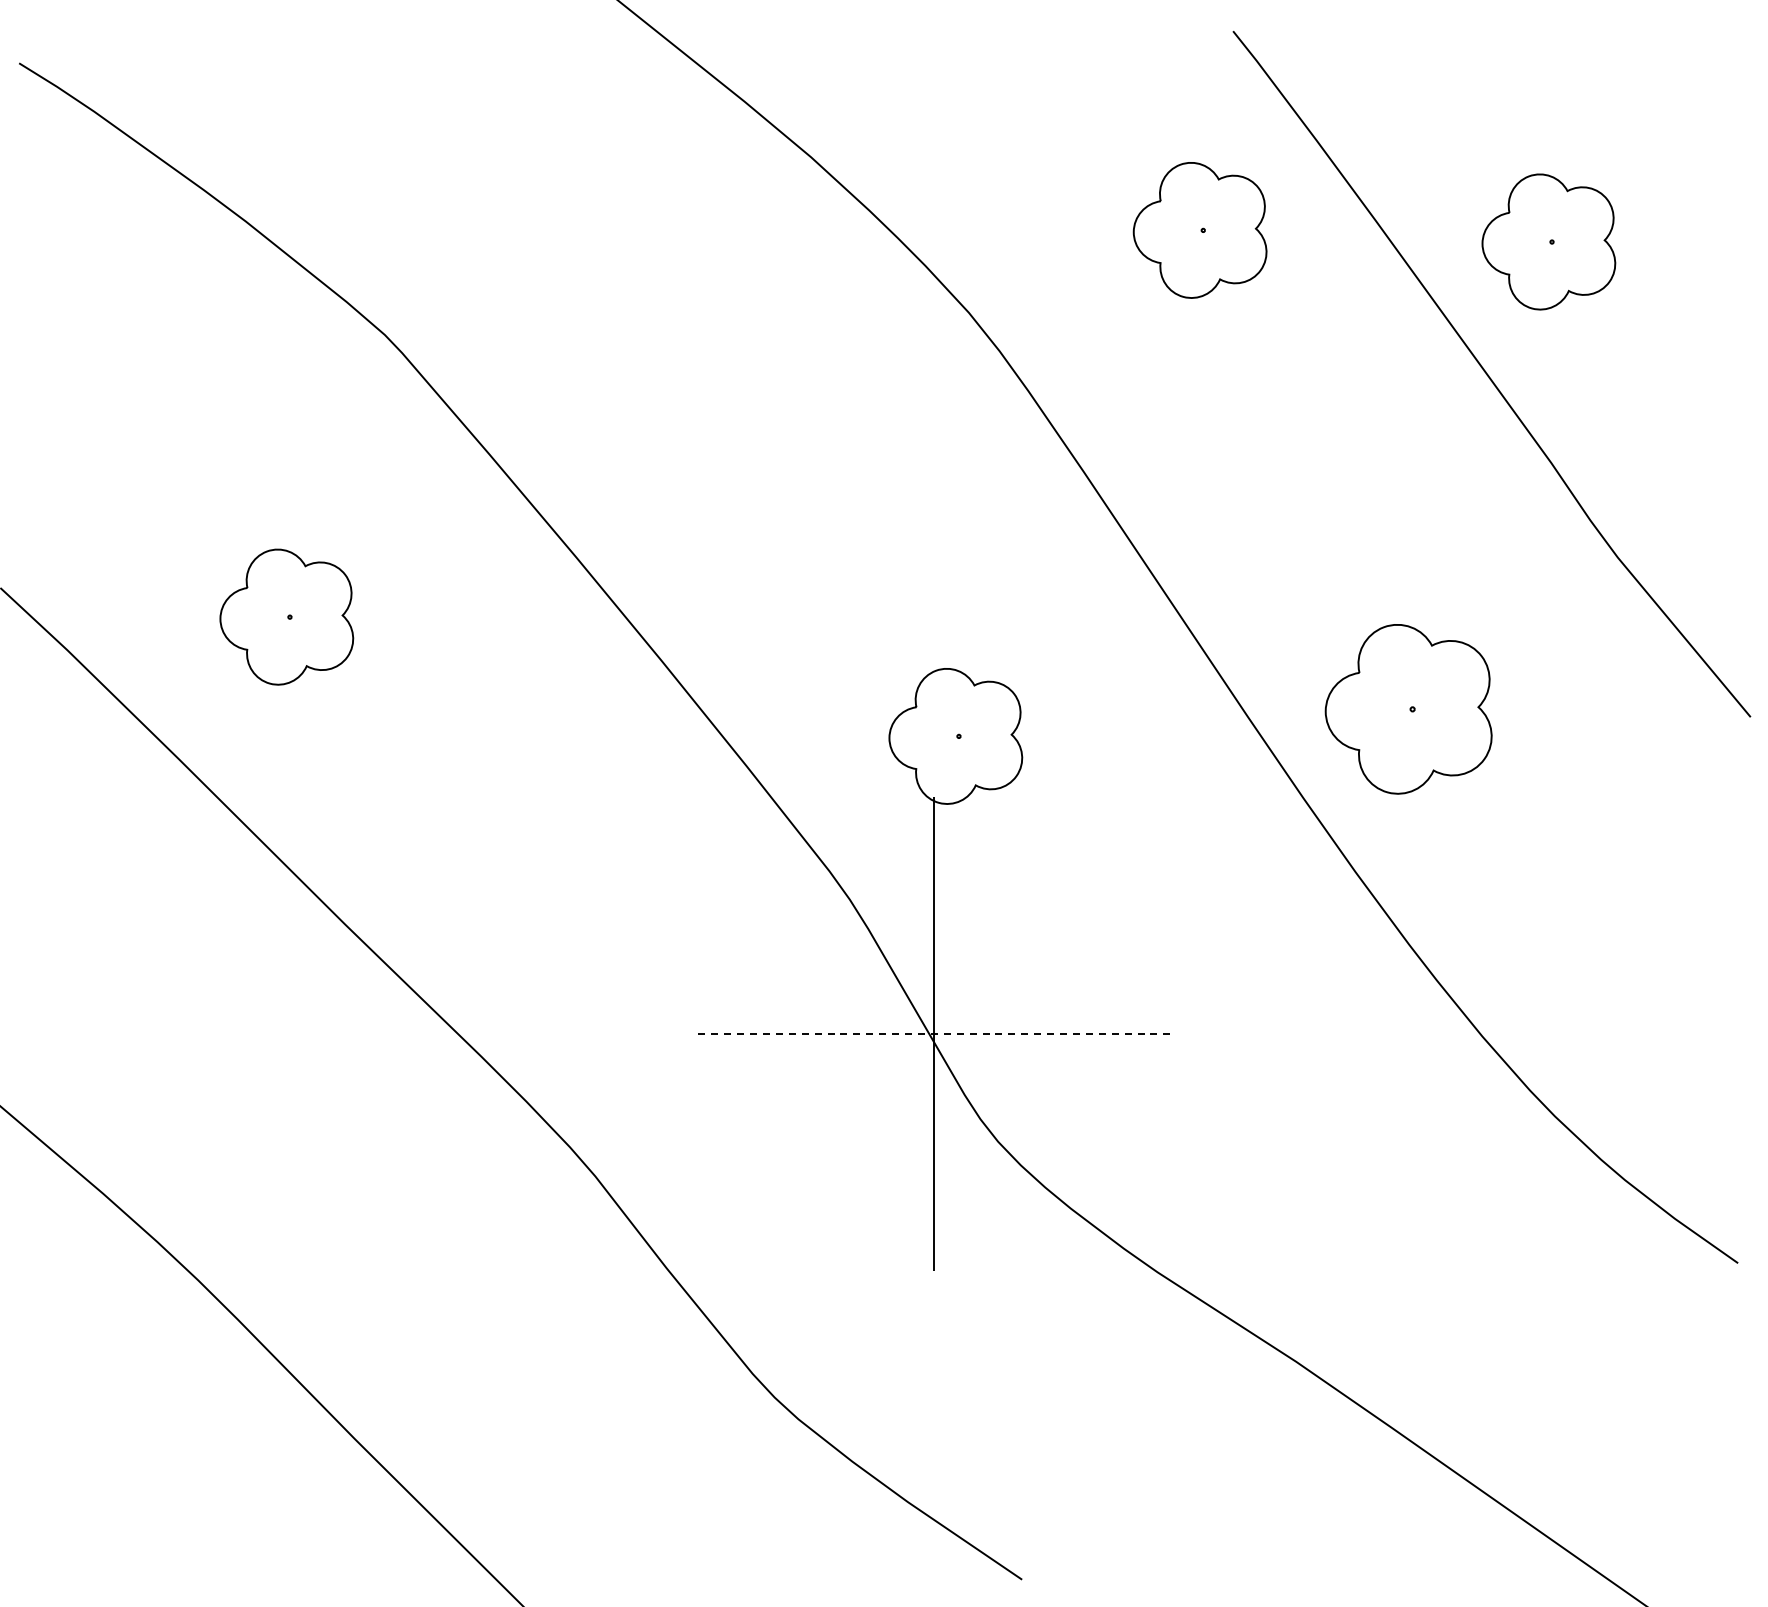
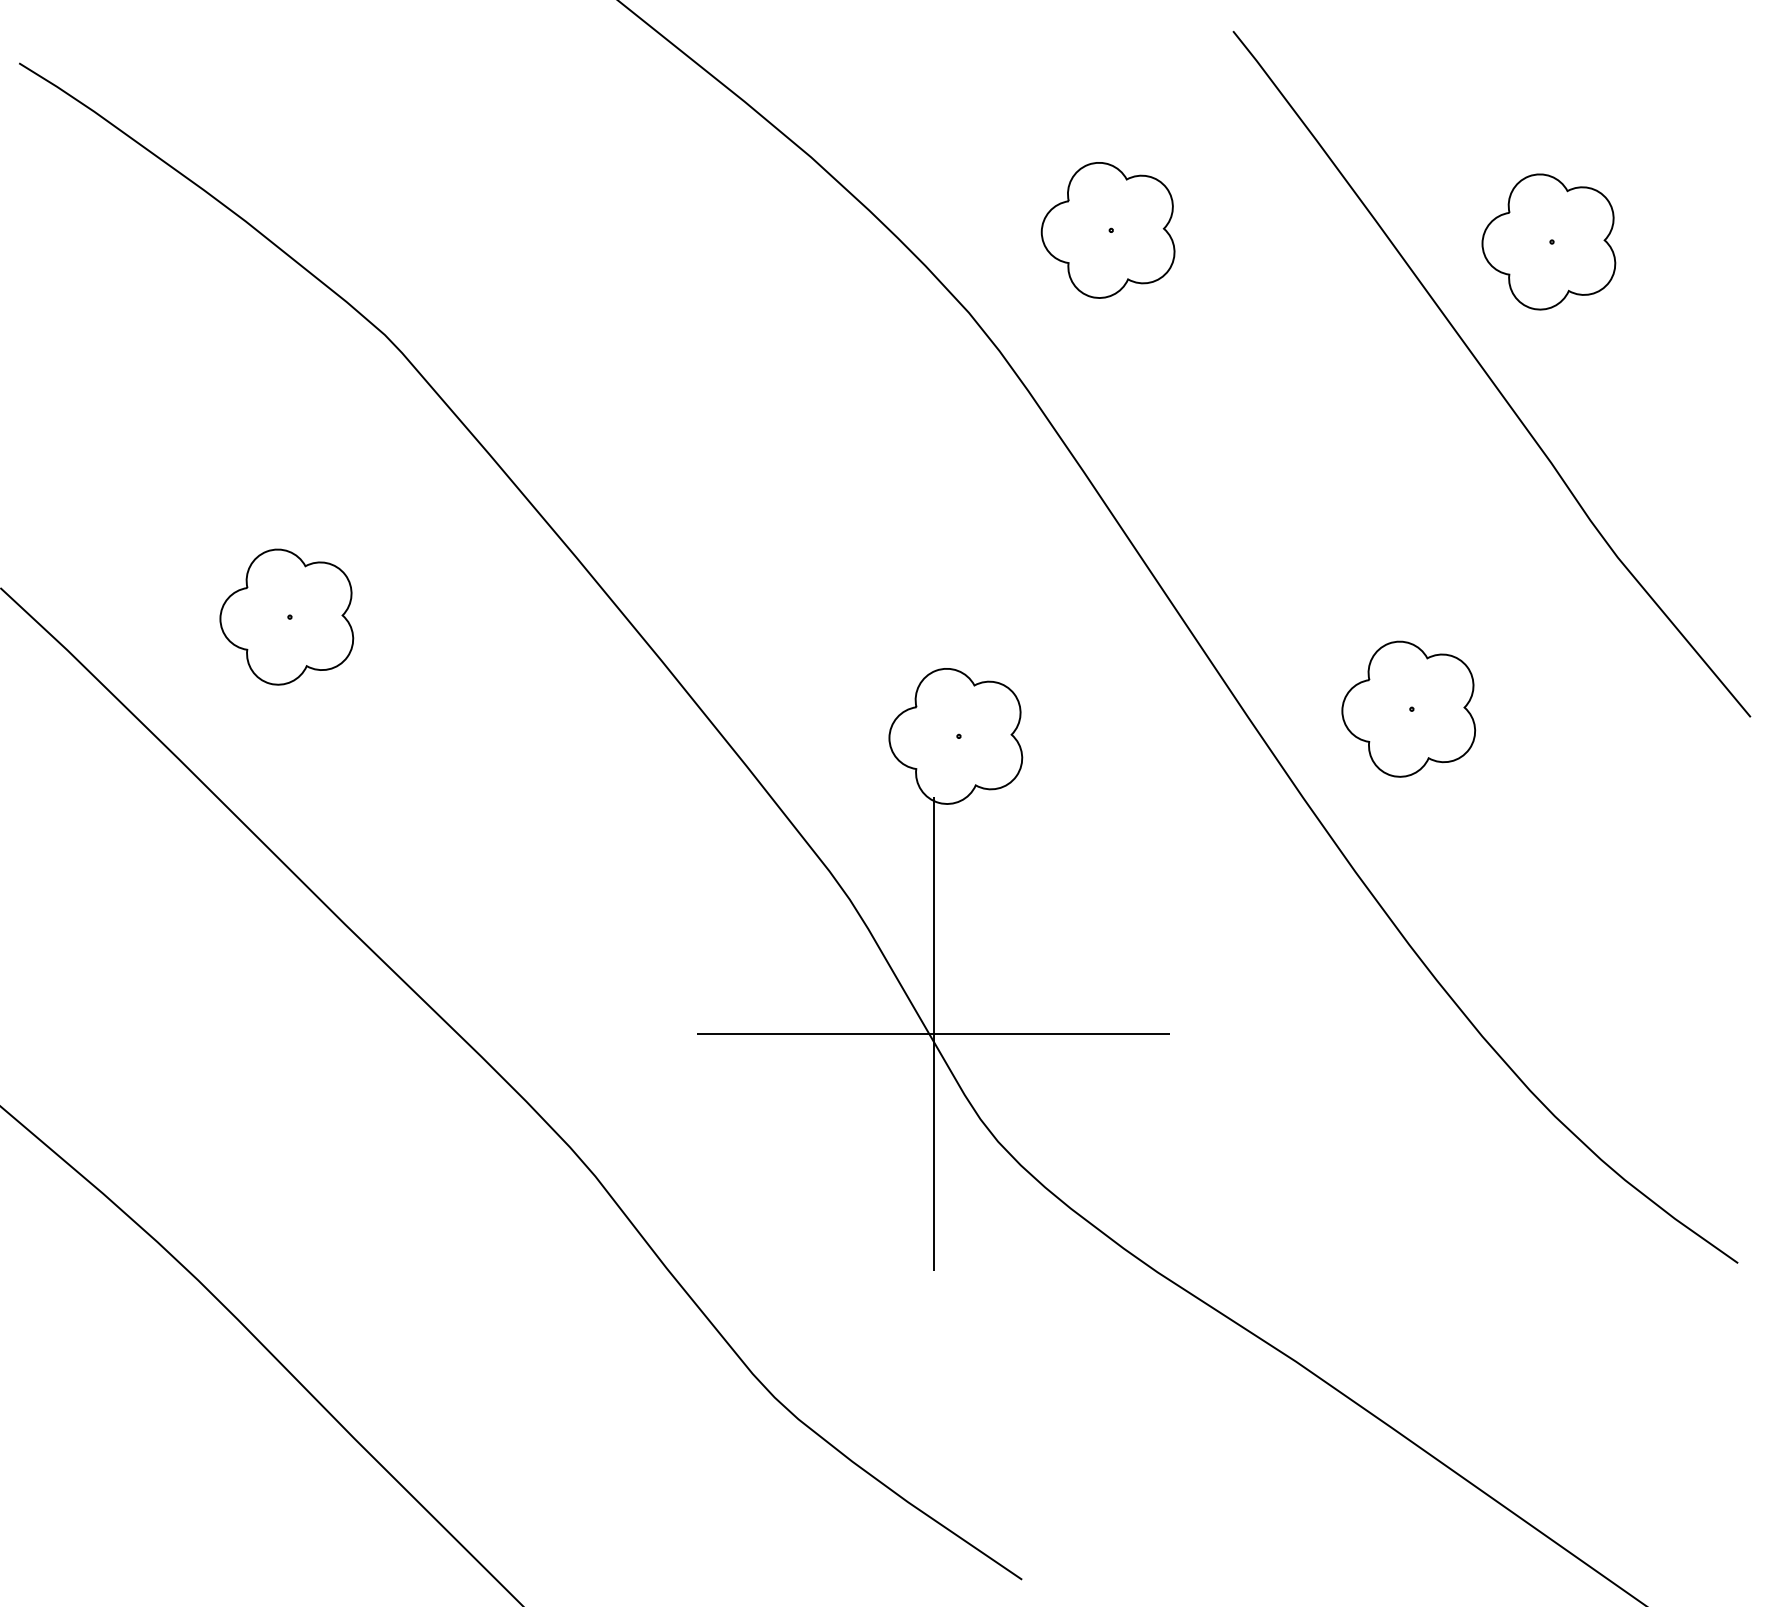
part at (1199, 230) position: (1199, 230) -> (1107, 230)
part at (1408, 709) size: 169x171 px -> 136x138 px
line at (933, 1033): dashed -> solid
